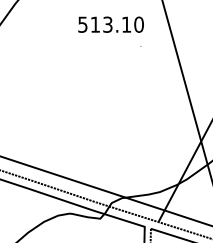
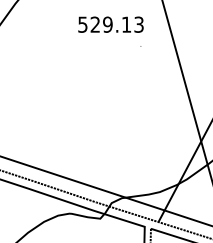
text at (116, 24): 513.10 -> 529.13
